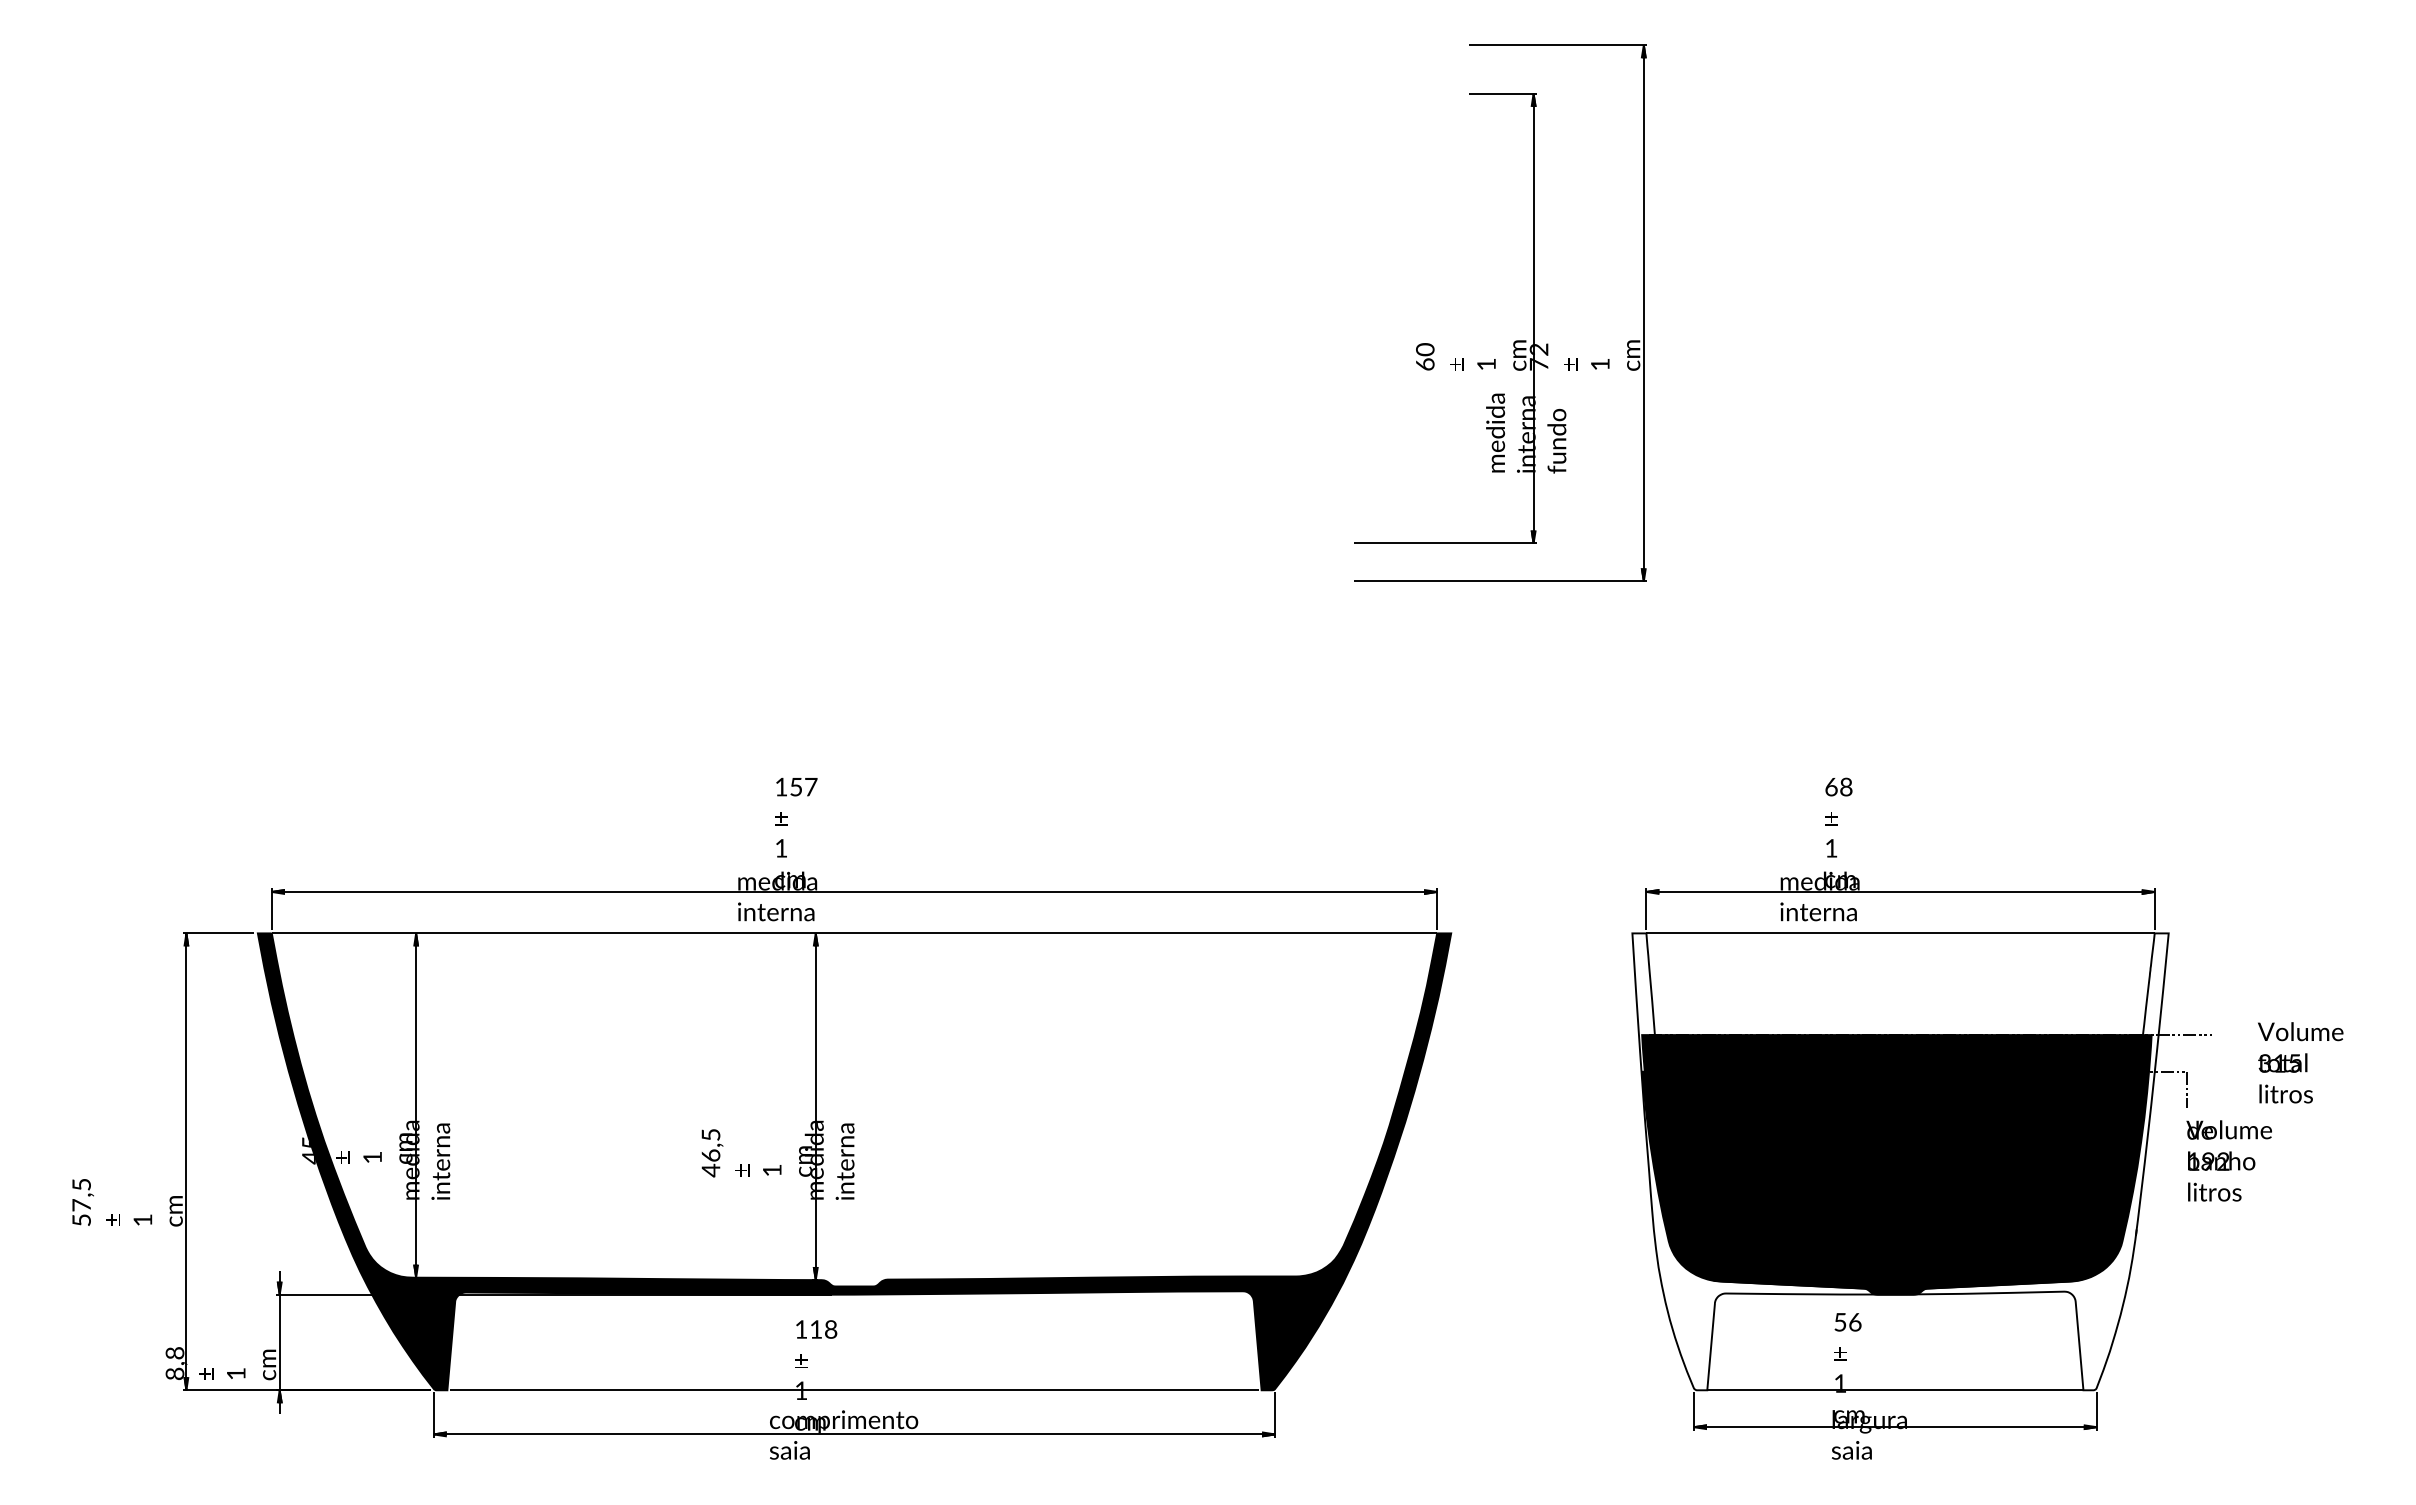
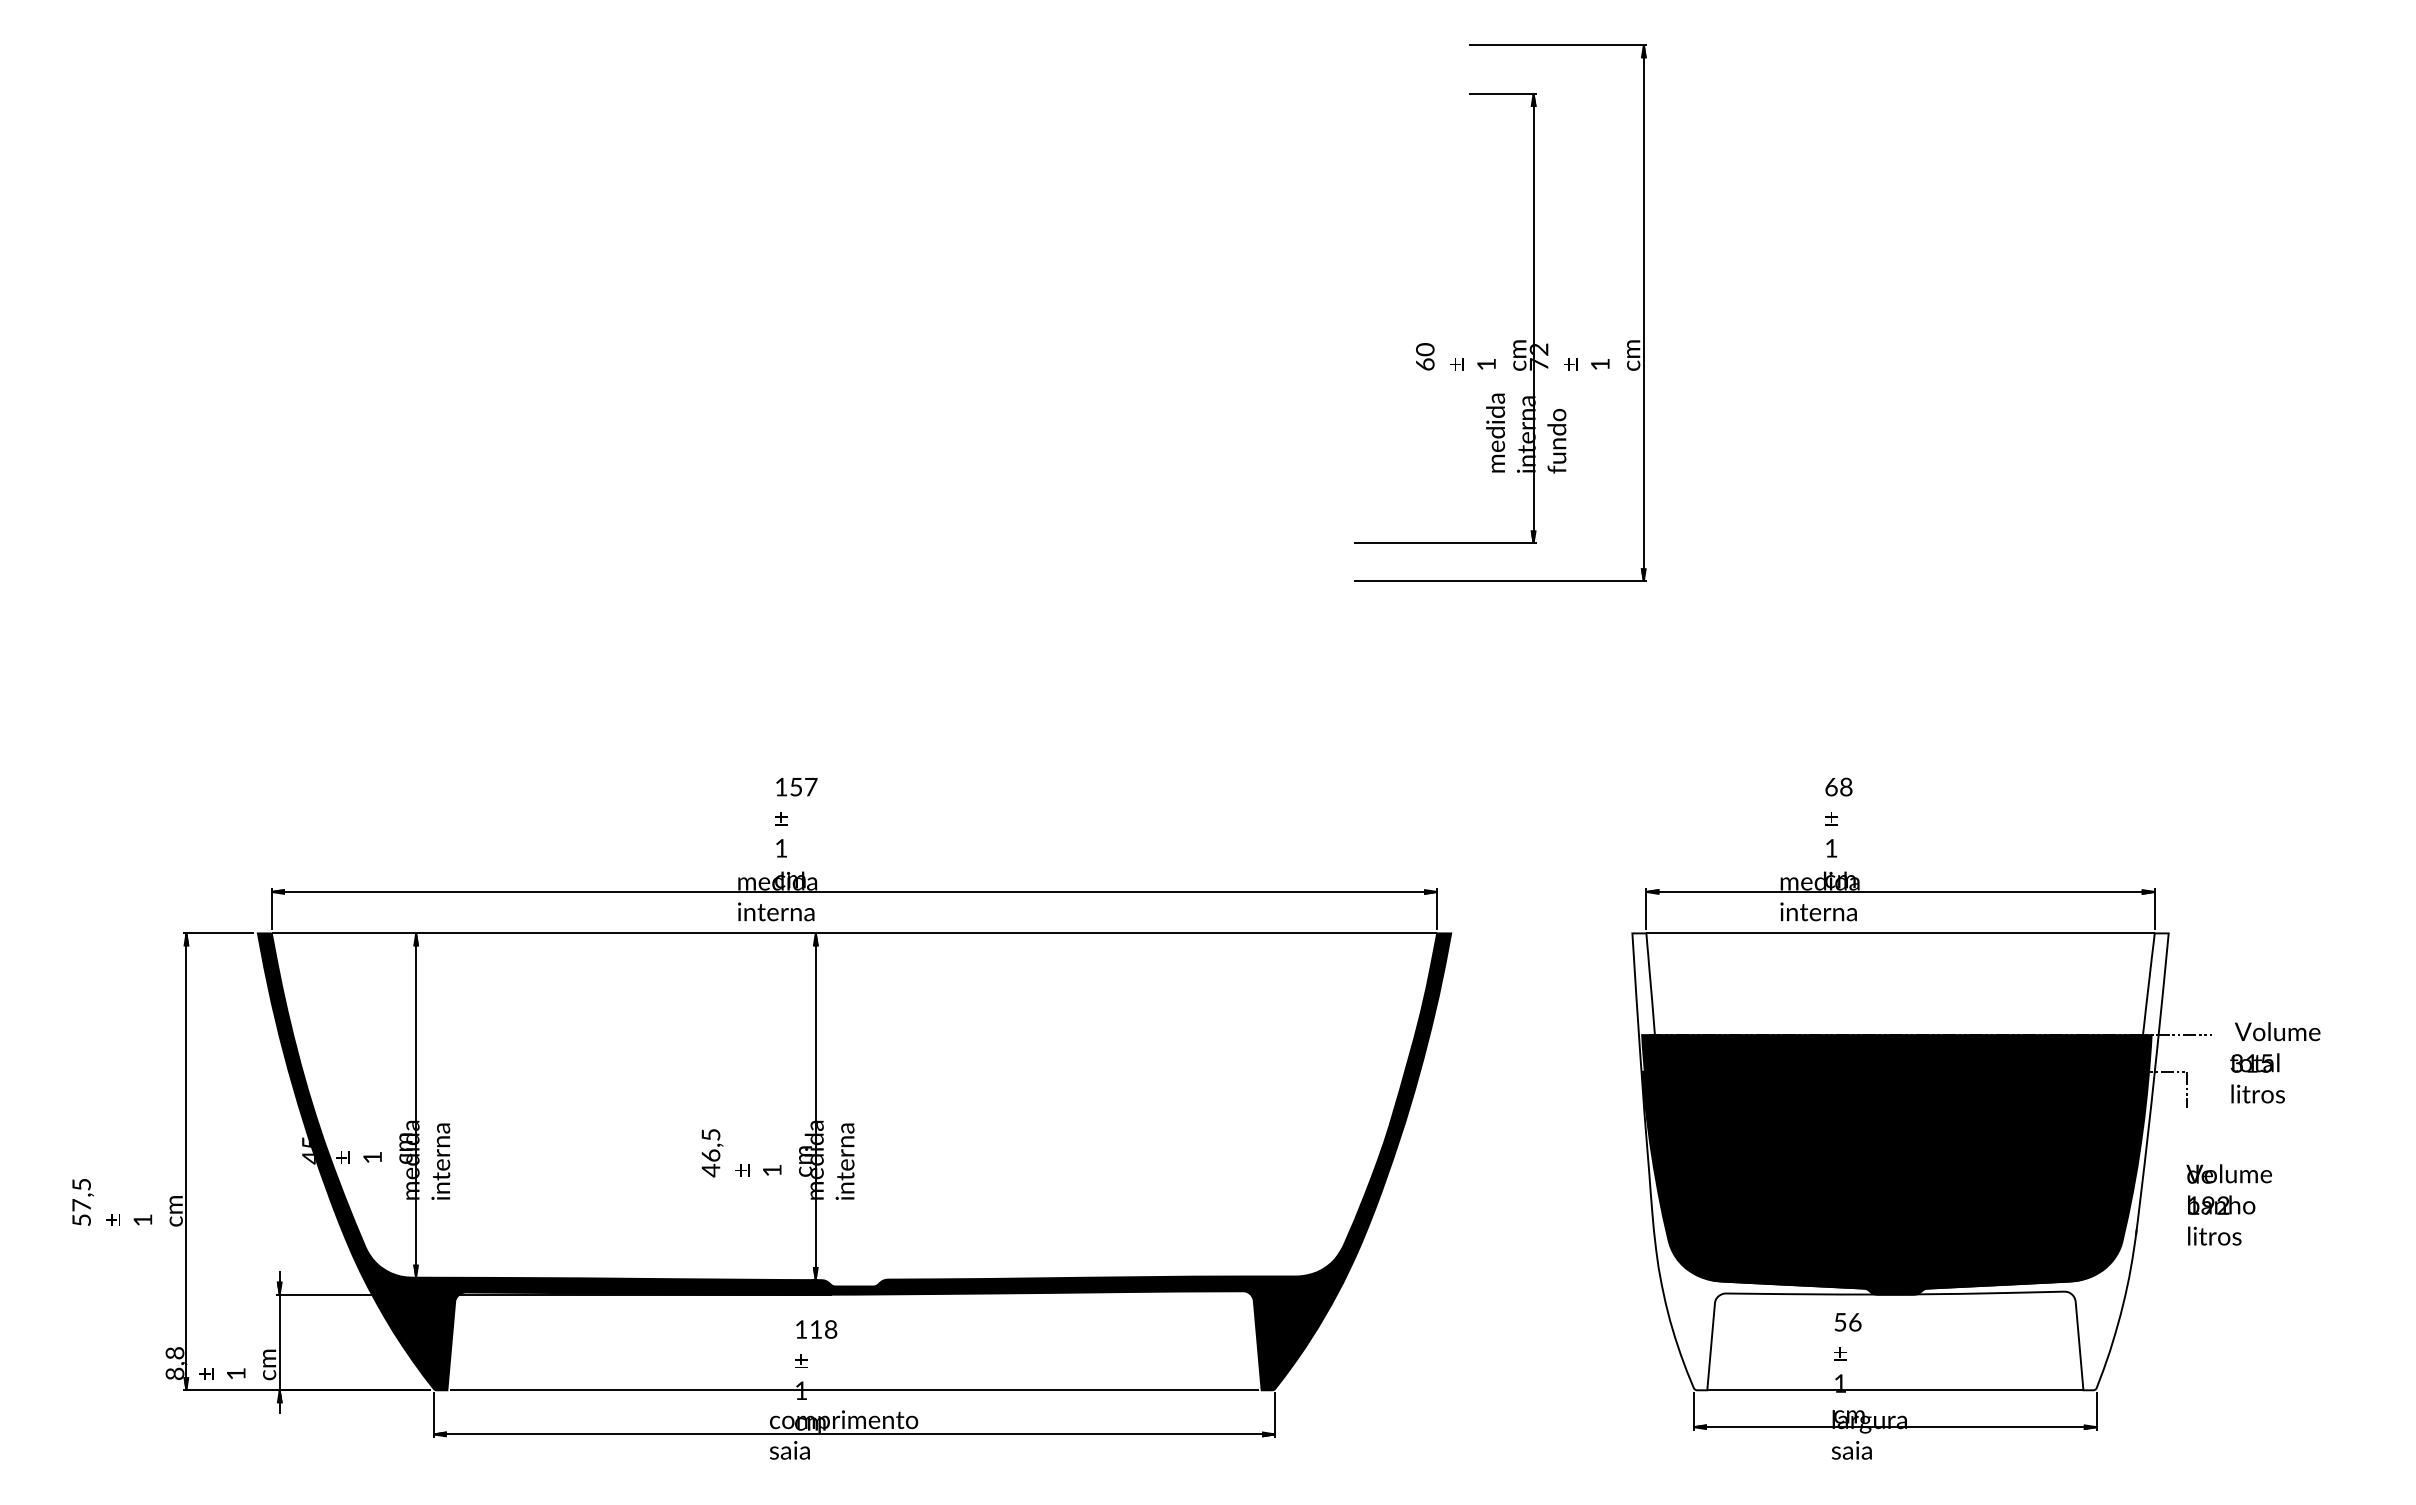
text at (2300, 1031) position: (2300, 1031) -> (2277, 1031)
text at (2285, 1078) position: (2285, 1078) -> (2257, 1078)
text at (2228, 1160) position: (2228, 1160) -> (2228, 1204)
